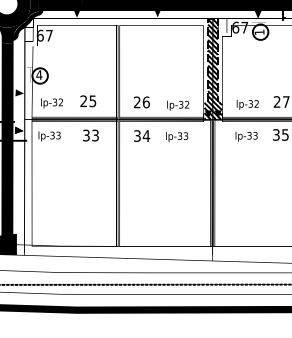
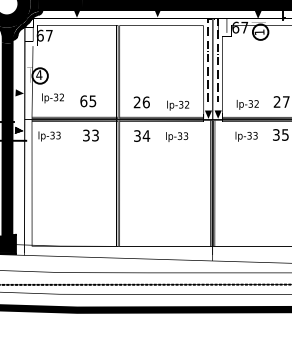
hatch at (213, 68): present -> none
text at (83, 101): 25 -> 65
text at (51, 103) position: (51, 103) -> (52, 98)
